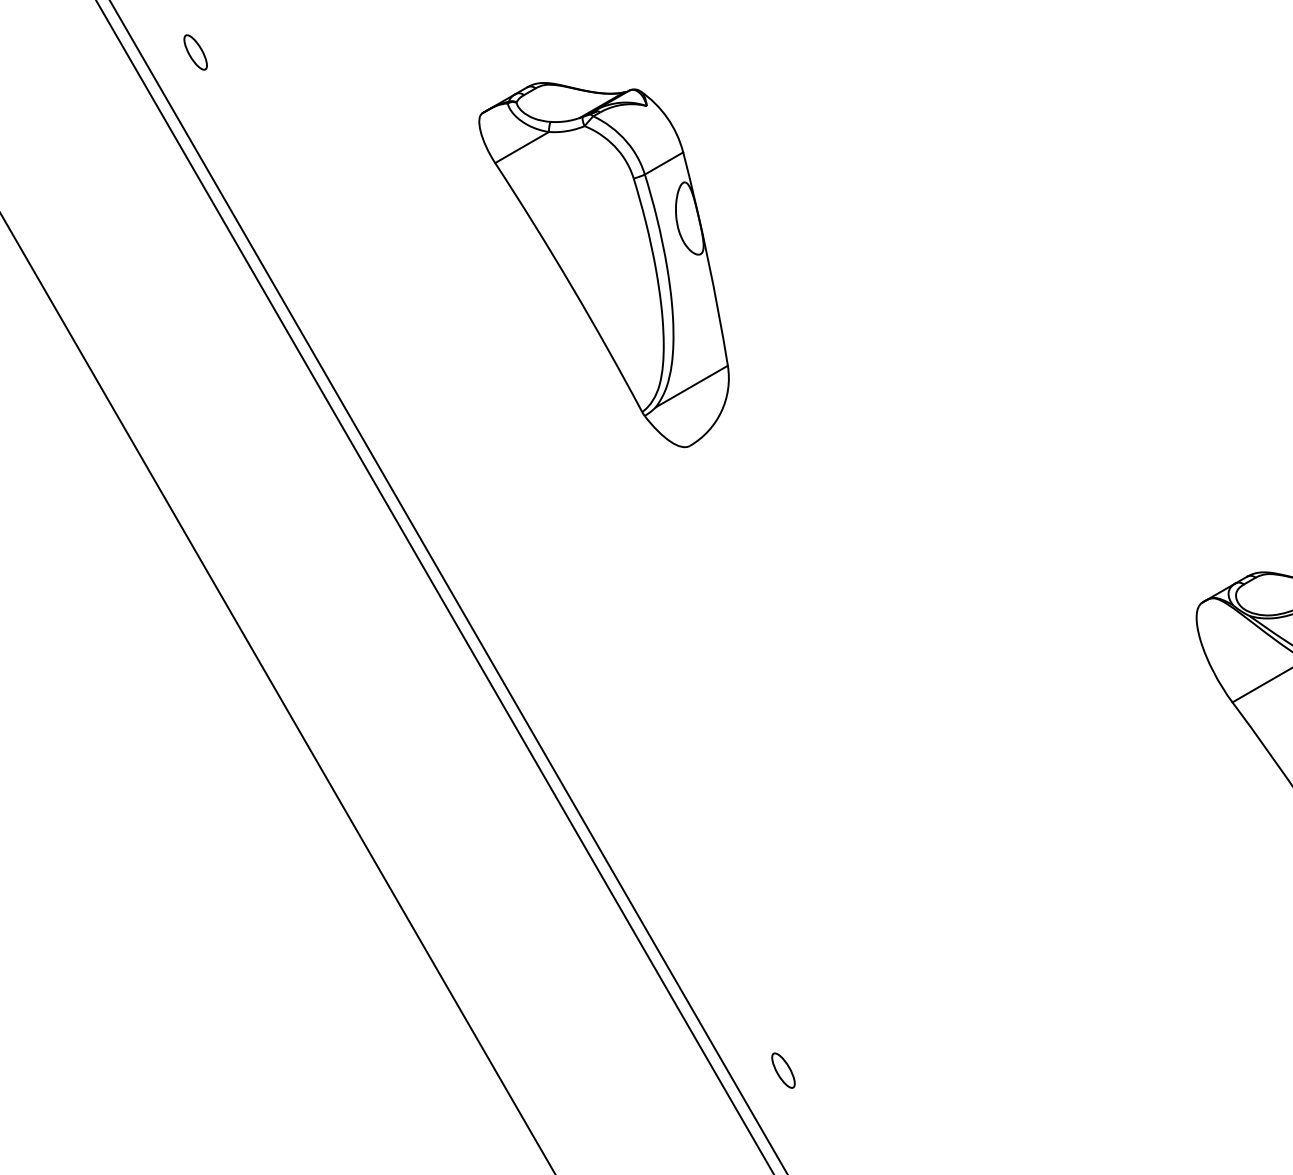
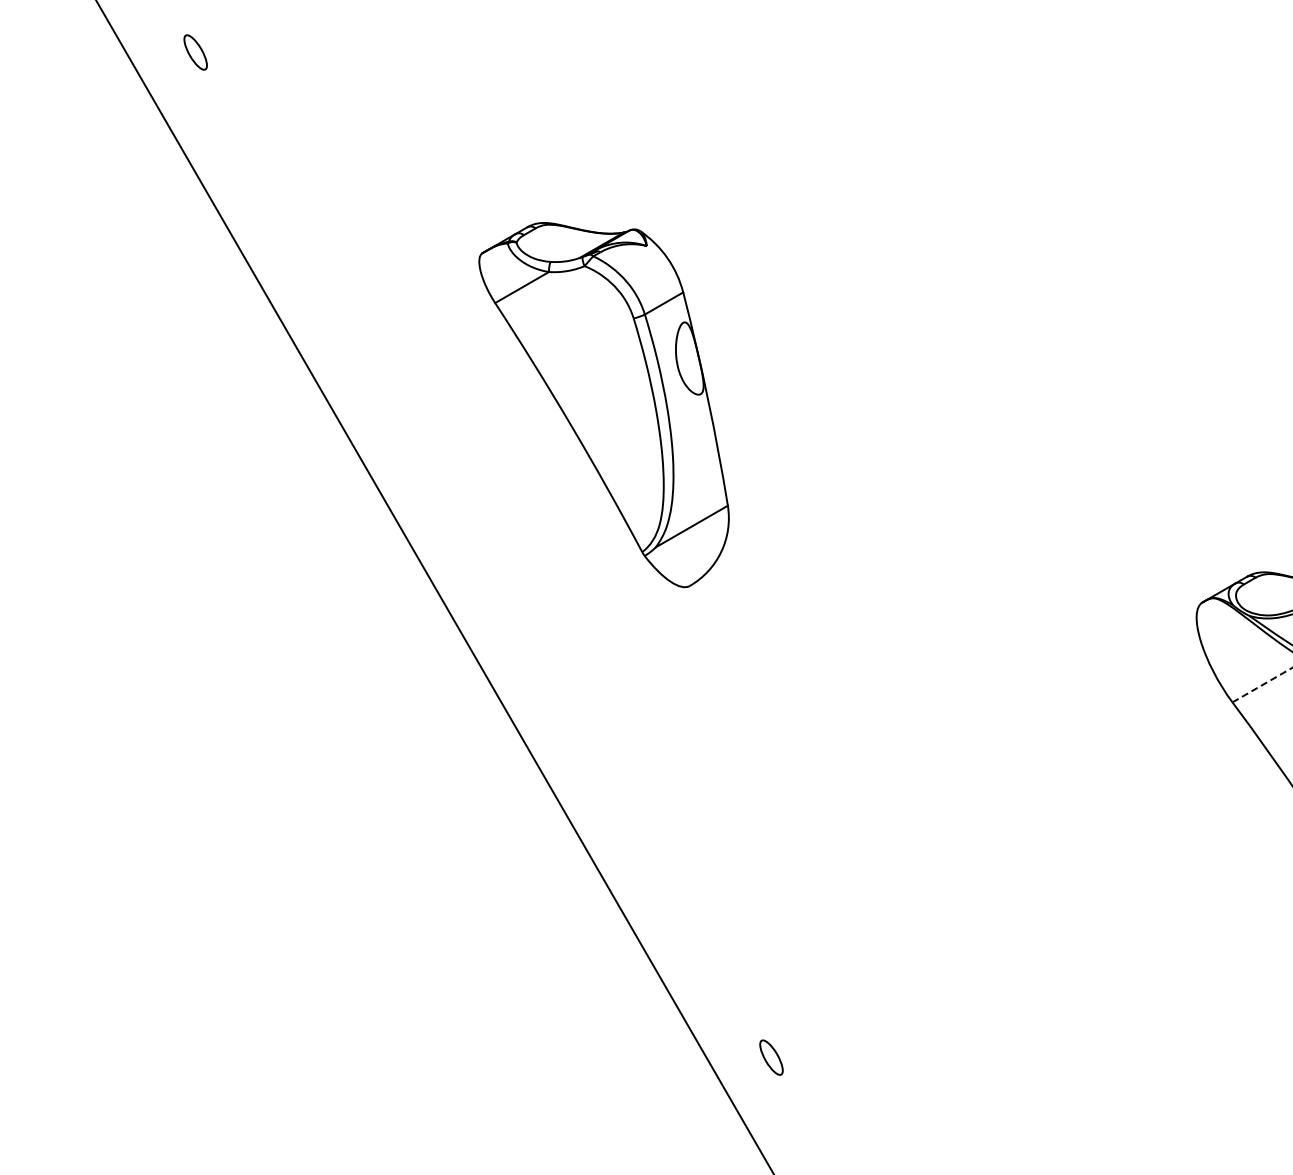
part at (603, 265) position: (603, 265) -> (603, 405)
line at (448, 586): present -> none
line at (1262, 685): solid -> dashed
line at (277, 693): present -> none
part at (783, 1070) position: (783, 1070) -> (771, 1057)
